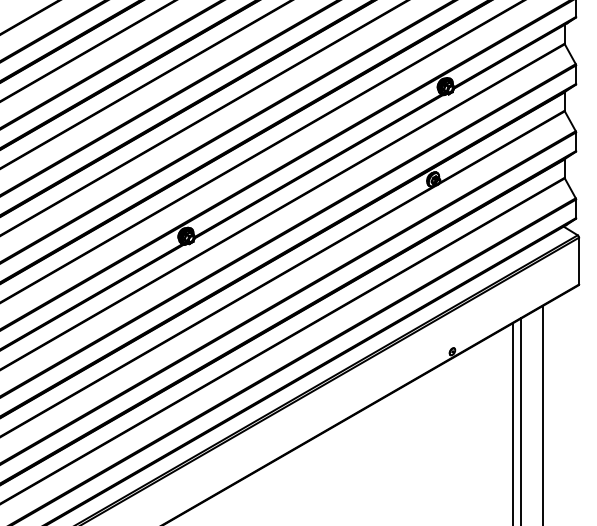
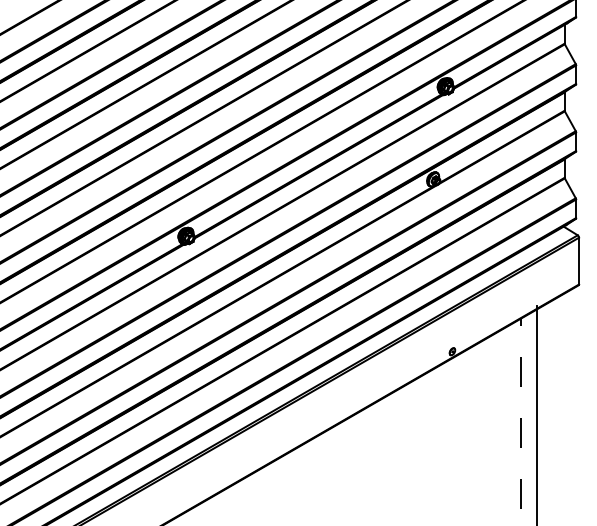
line at (543, 413) position: (543, 413) -> (537, 413)
line at (521, 421): solid -> dashed
line at (513, 422): present -> none
